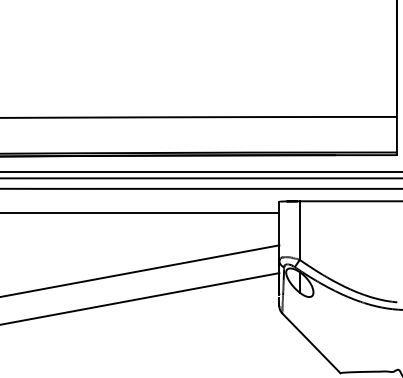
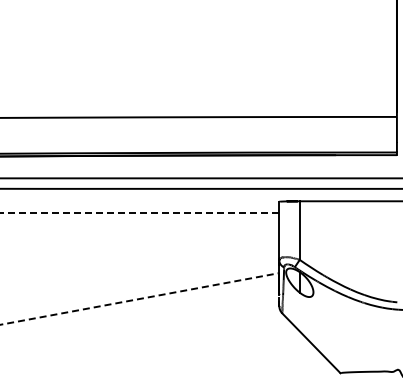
line at (200, 172): present -> none
line at (139, 212): solid -> dashed
line at (140, 270): present -> none
line at (139, 298): solid -> dashed
